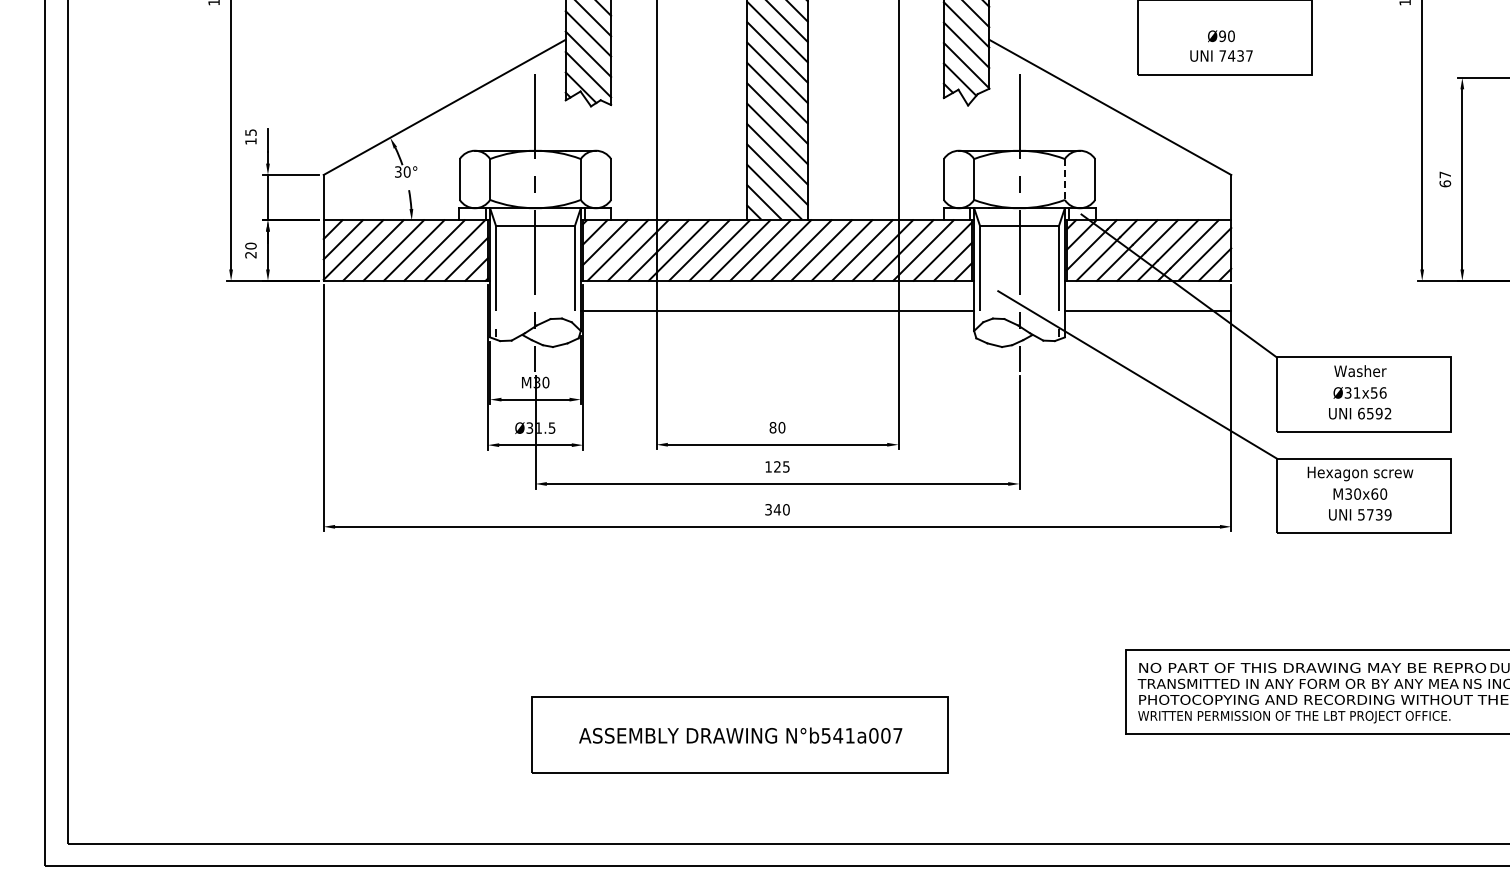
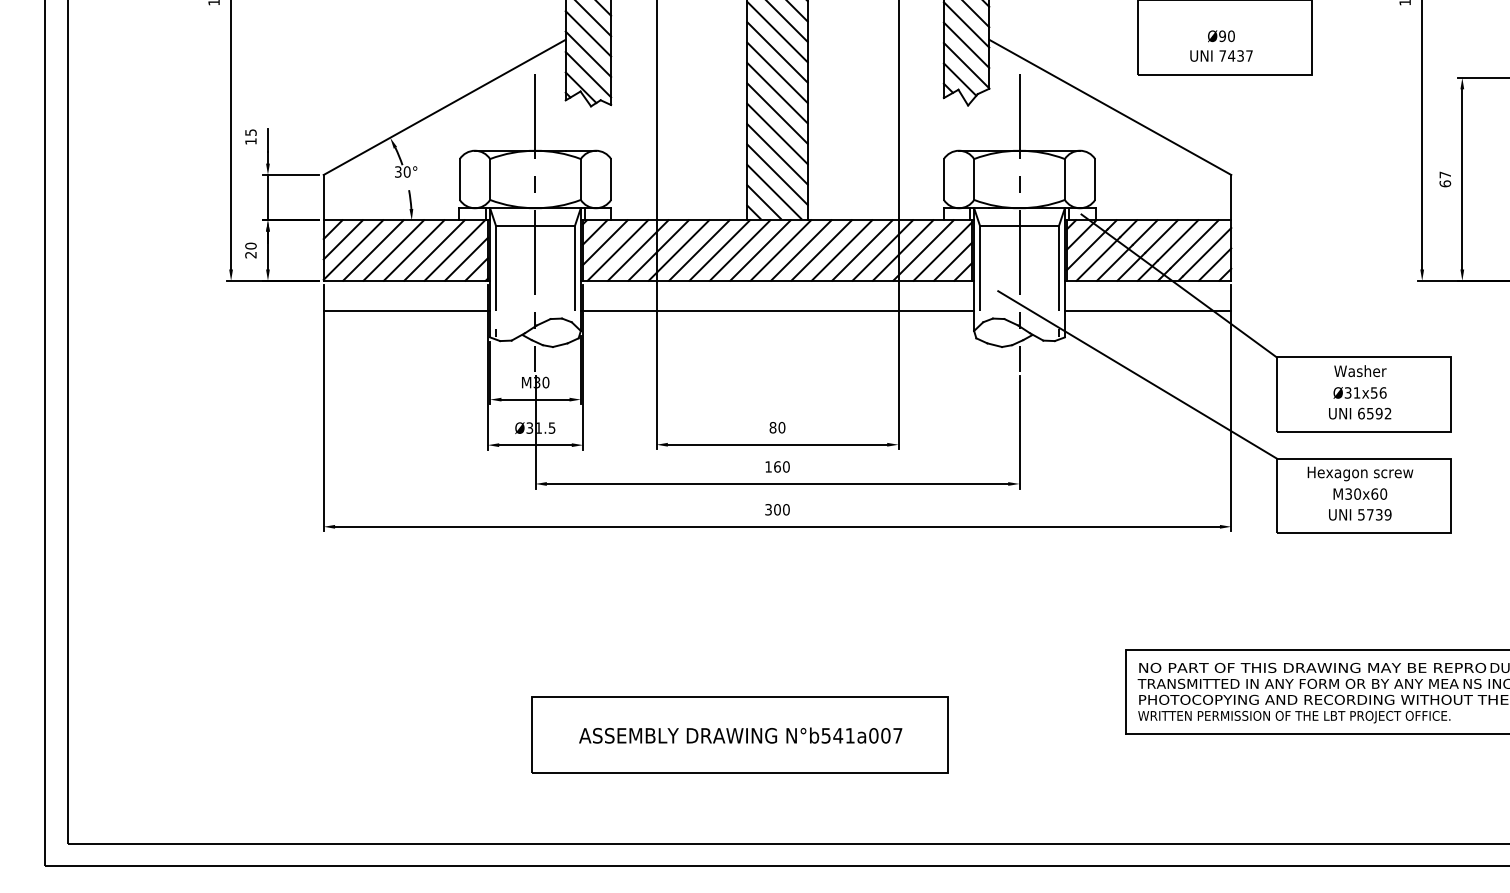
line at (1064, 180): dashed -> solid
line at (406, 311): none -> present
text at (781, 466): 125 -> 160
text at (777, 509): 340 -> 300
